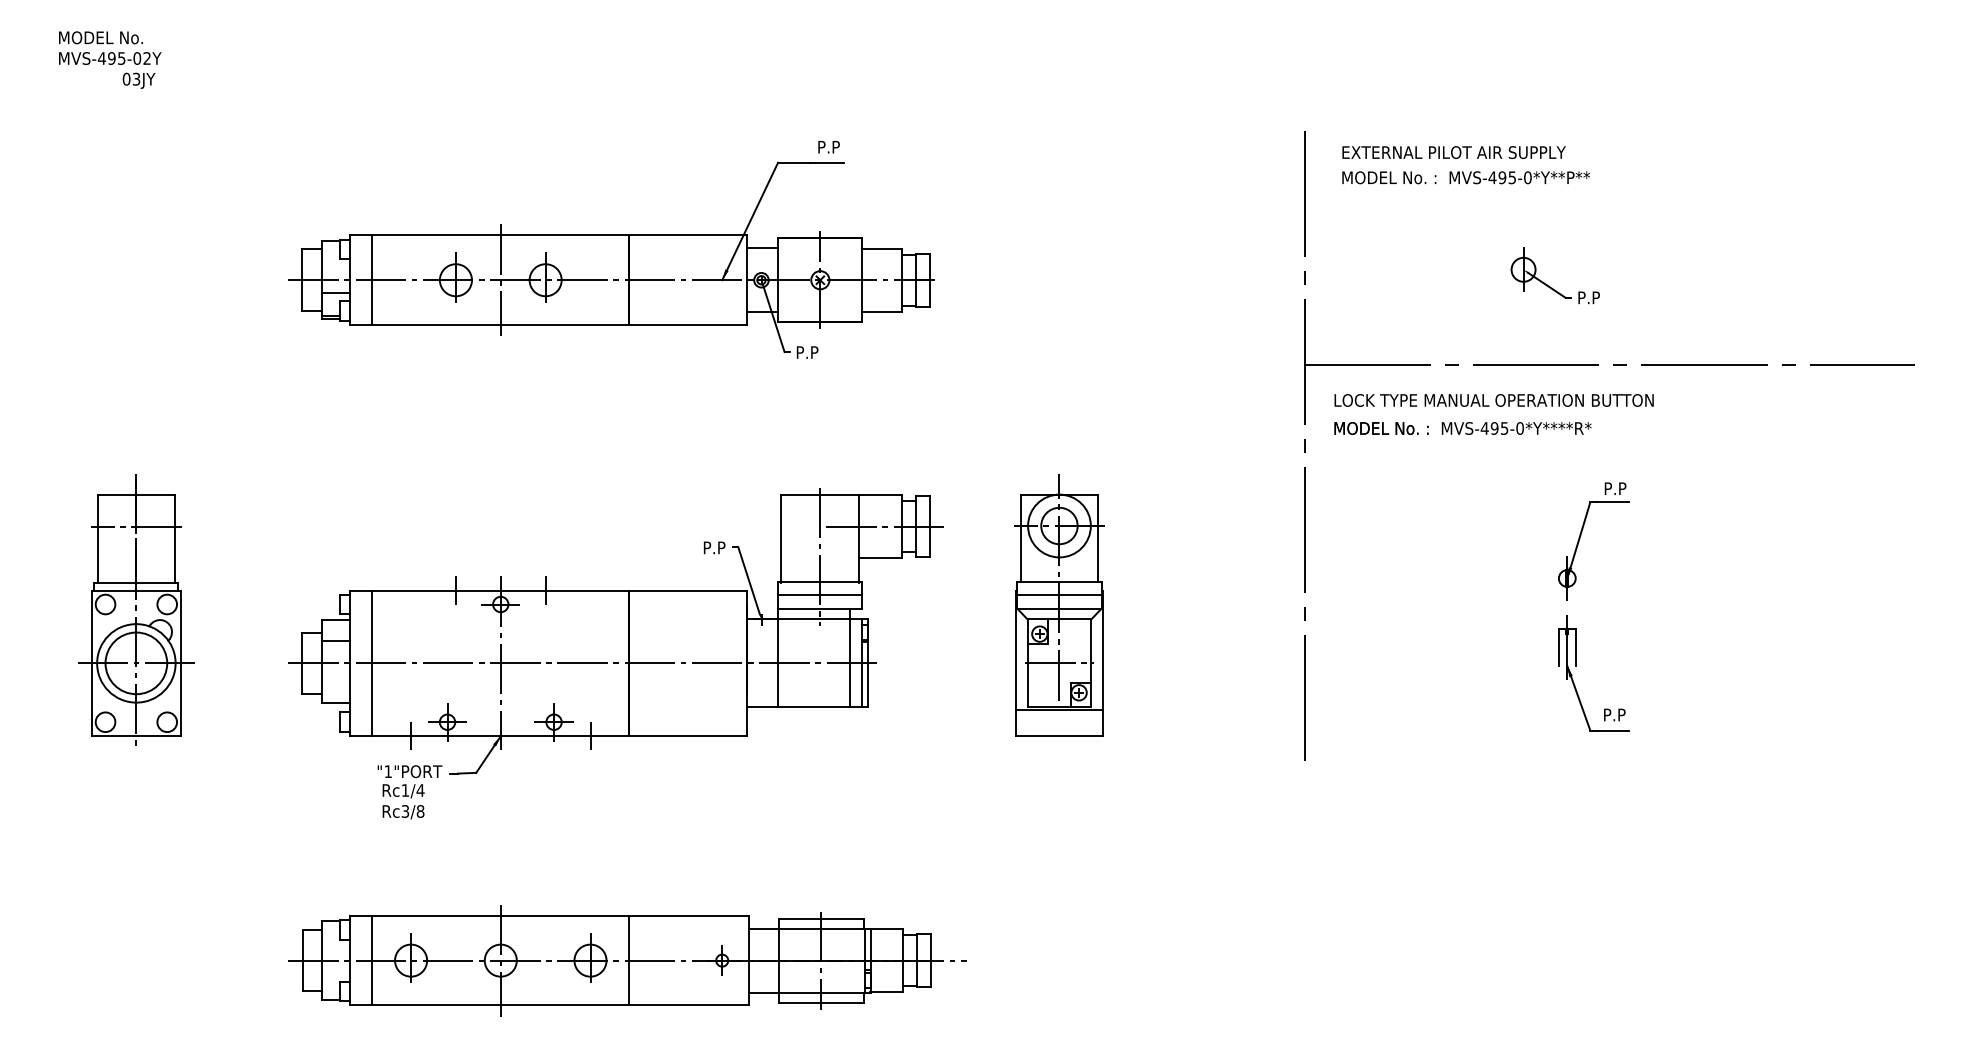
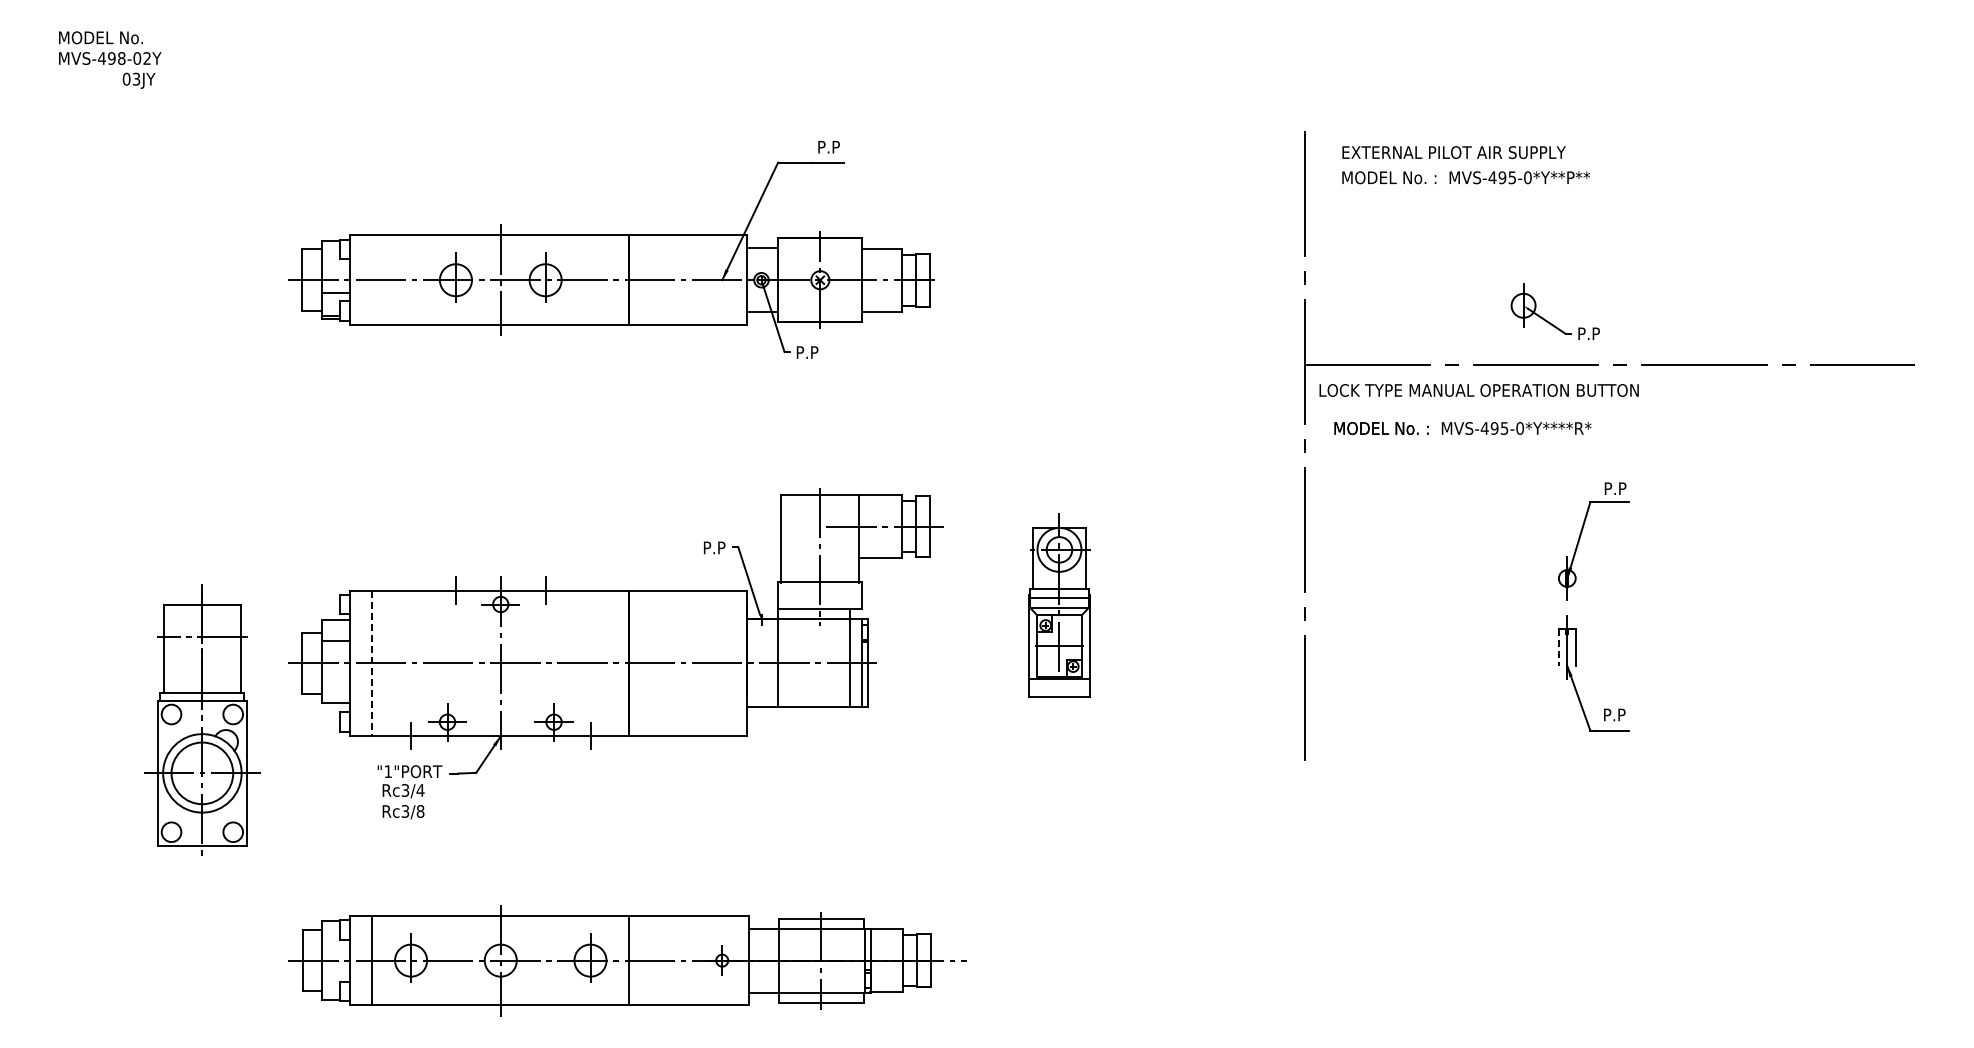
text at (121, 58): MVS-495-02Y -> MVS-498-02Y
line at (372, 280): present -> none
part at (1549, 285) position: (1549, 285) -> (1549, 321)
text at (1493, 400) position: (1493, 400) -> (1478, 390)
line at (819, 594): present -> none
part at (1059, 605) size: 91x263 px -> 63x185 px
part at (136, 609) position: (136, 609) -> (202, 719)
line at (1558, 647): solid -> dashed
line at (372, 663): solid -> dashed
text at (405, 790): Rc1/4 -> Rc3/4
